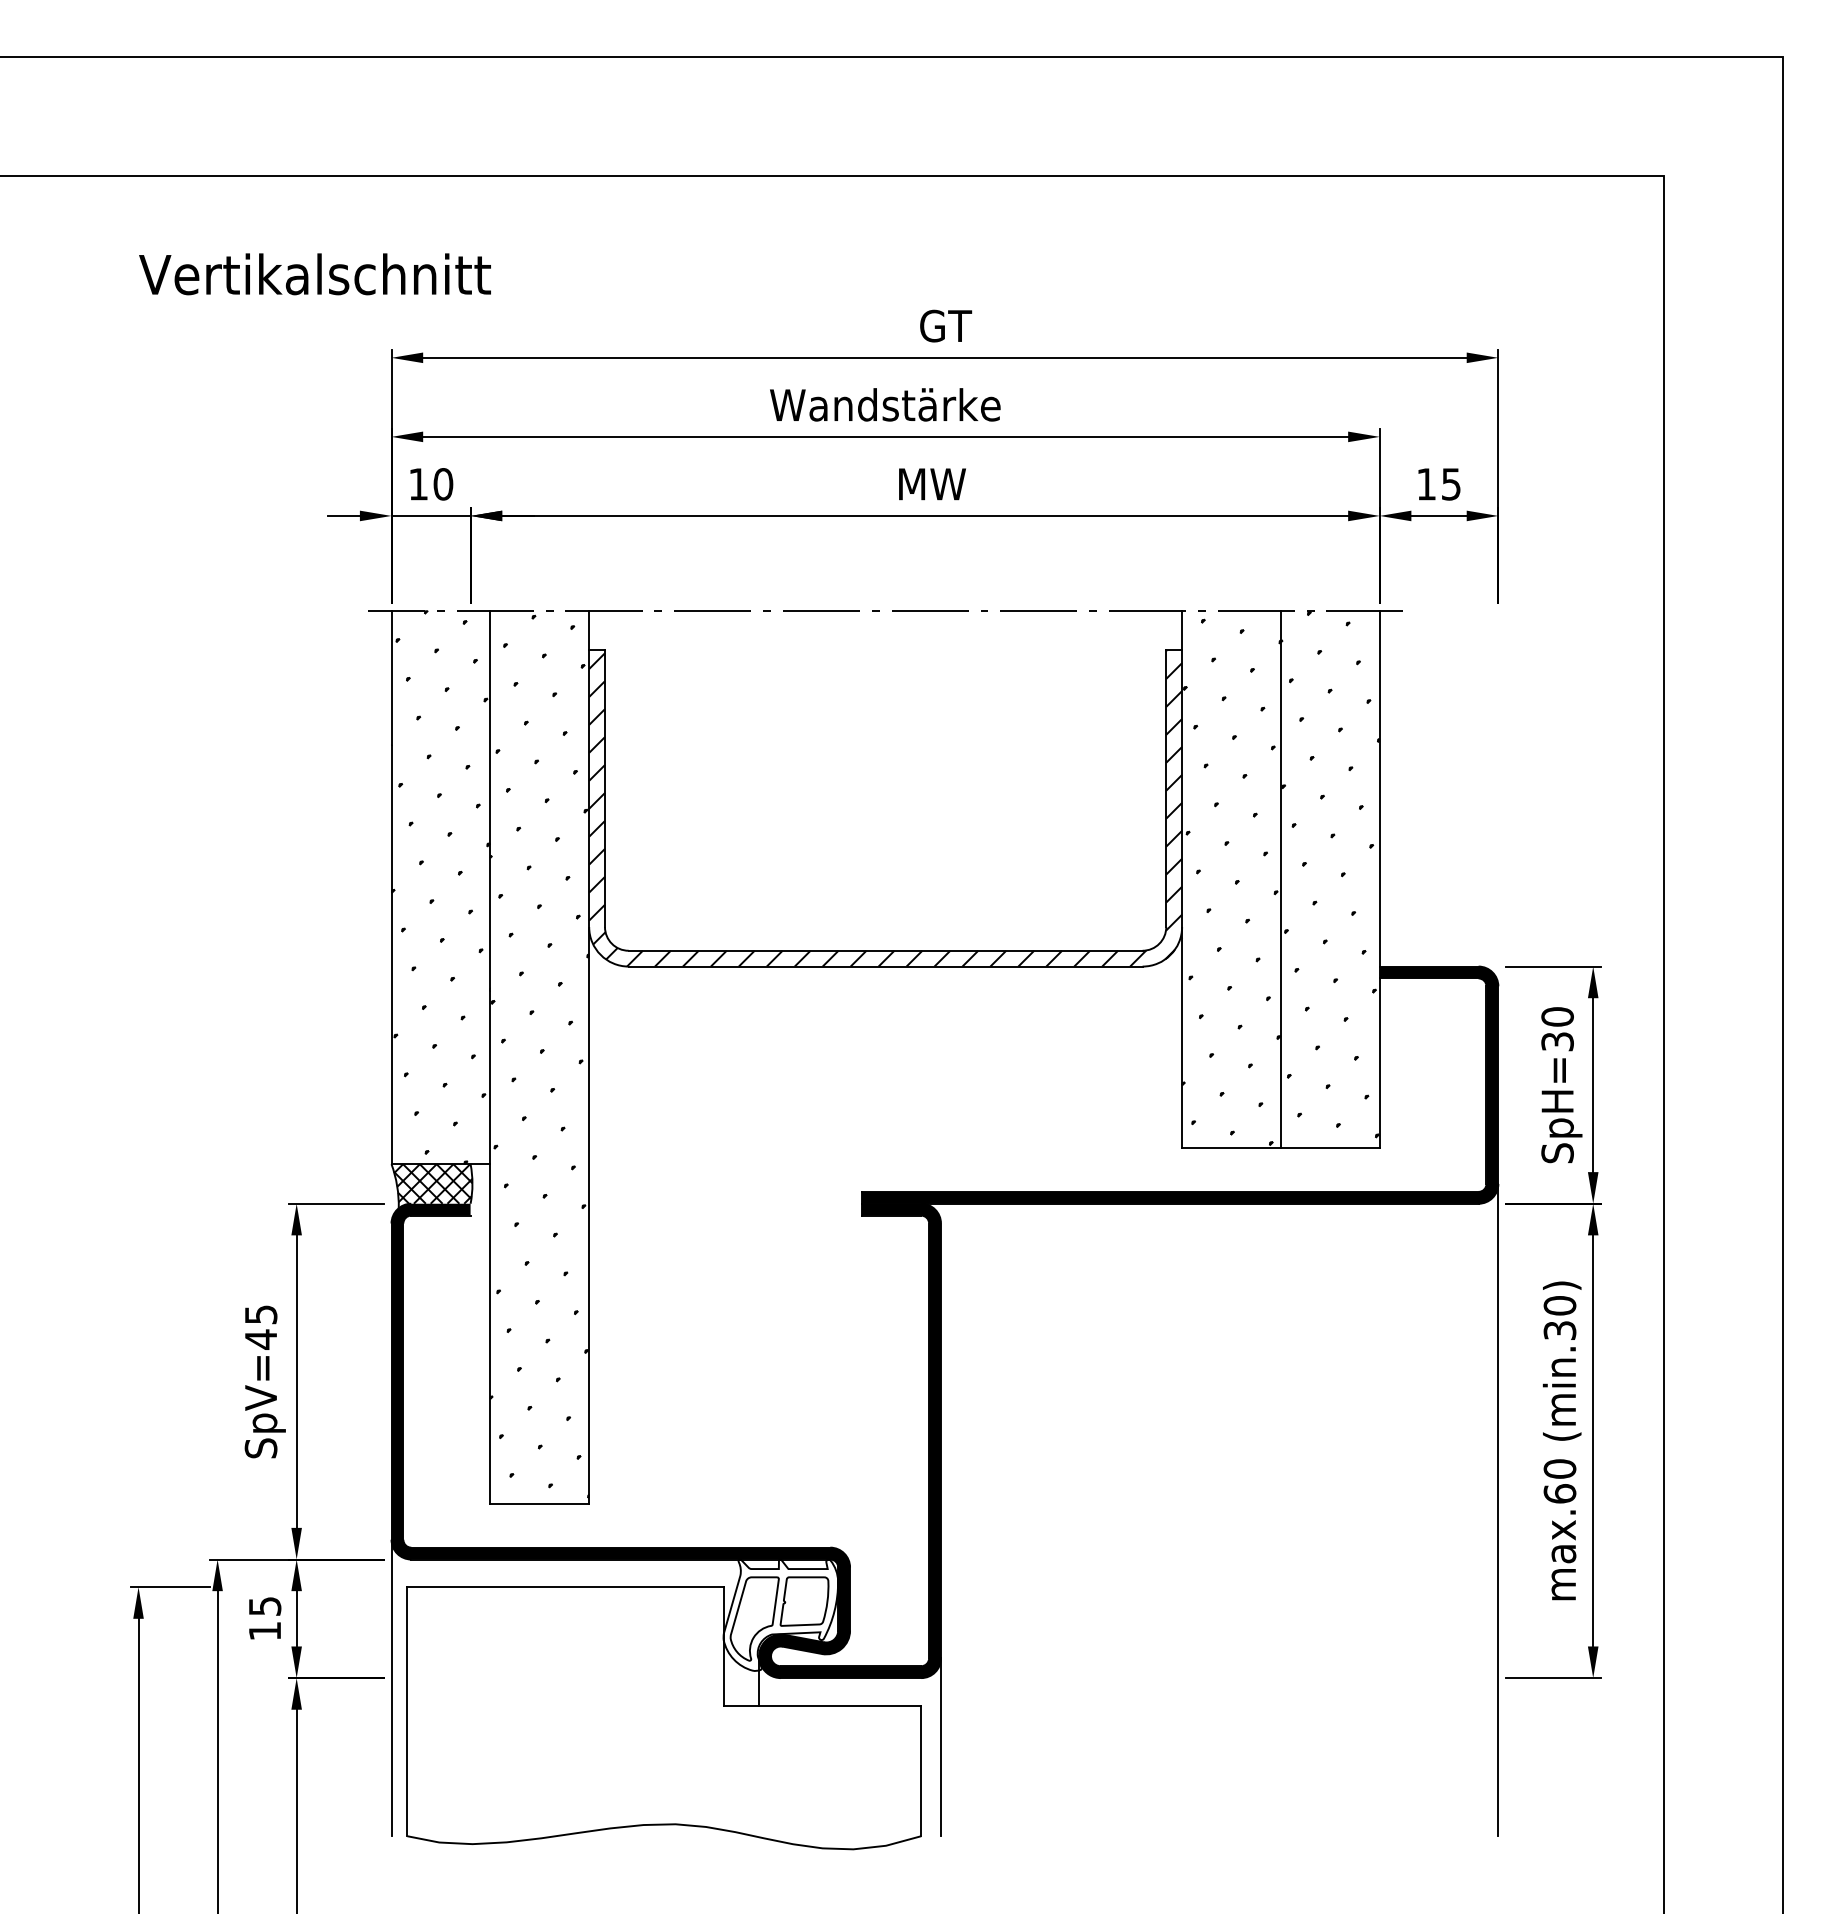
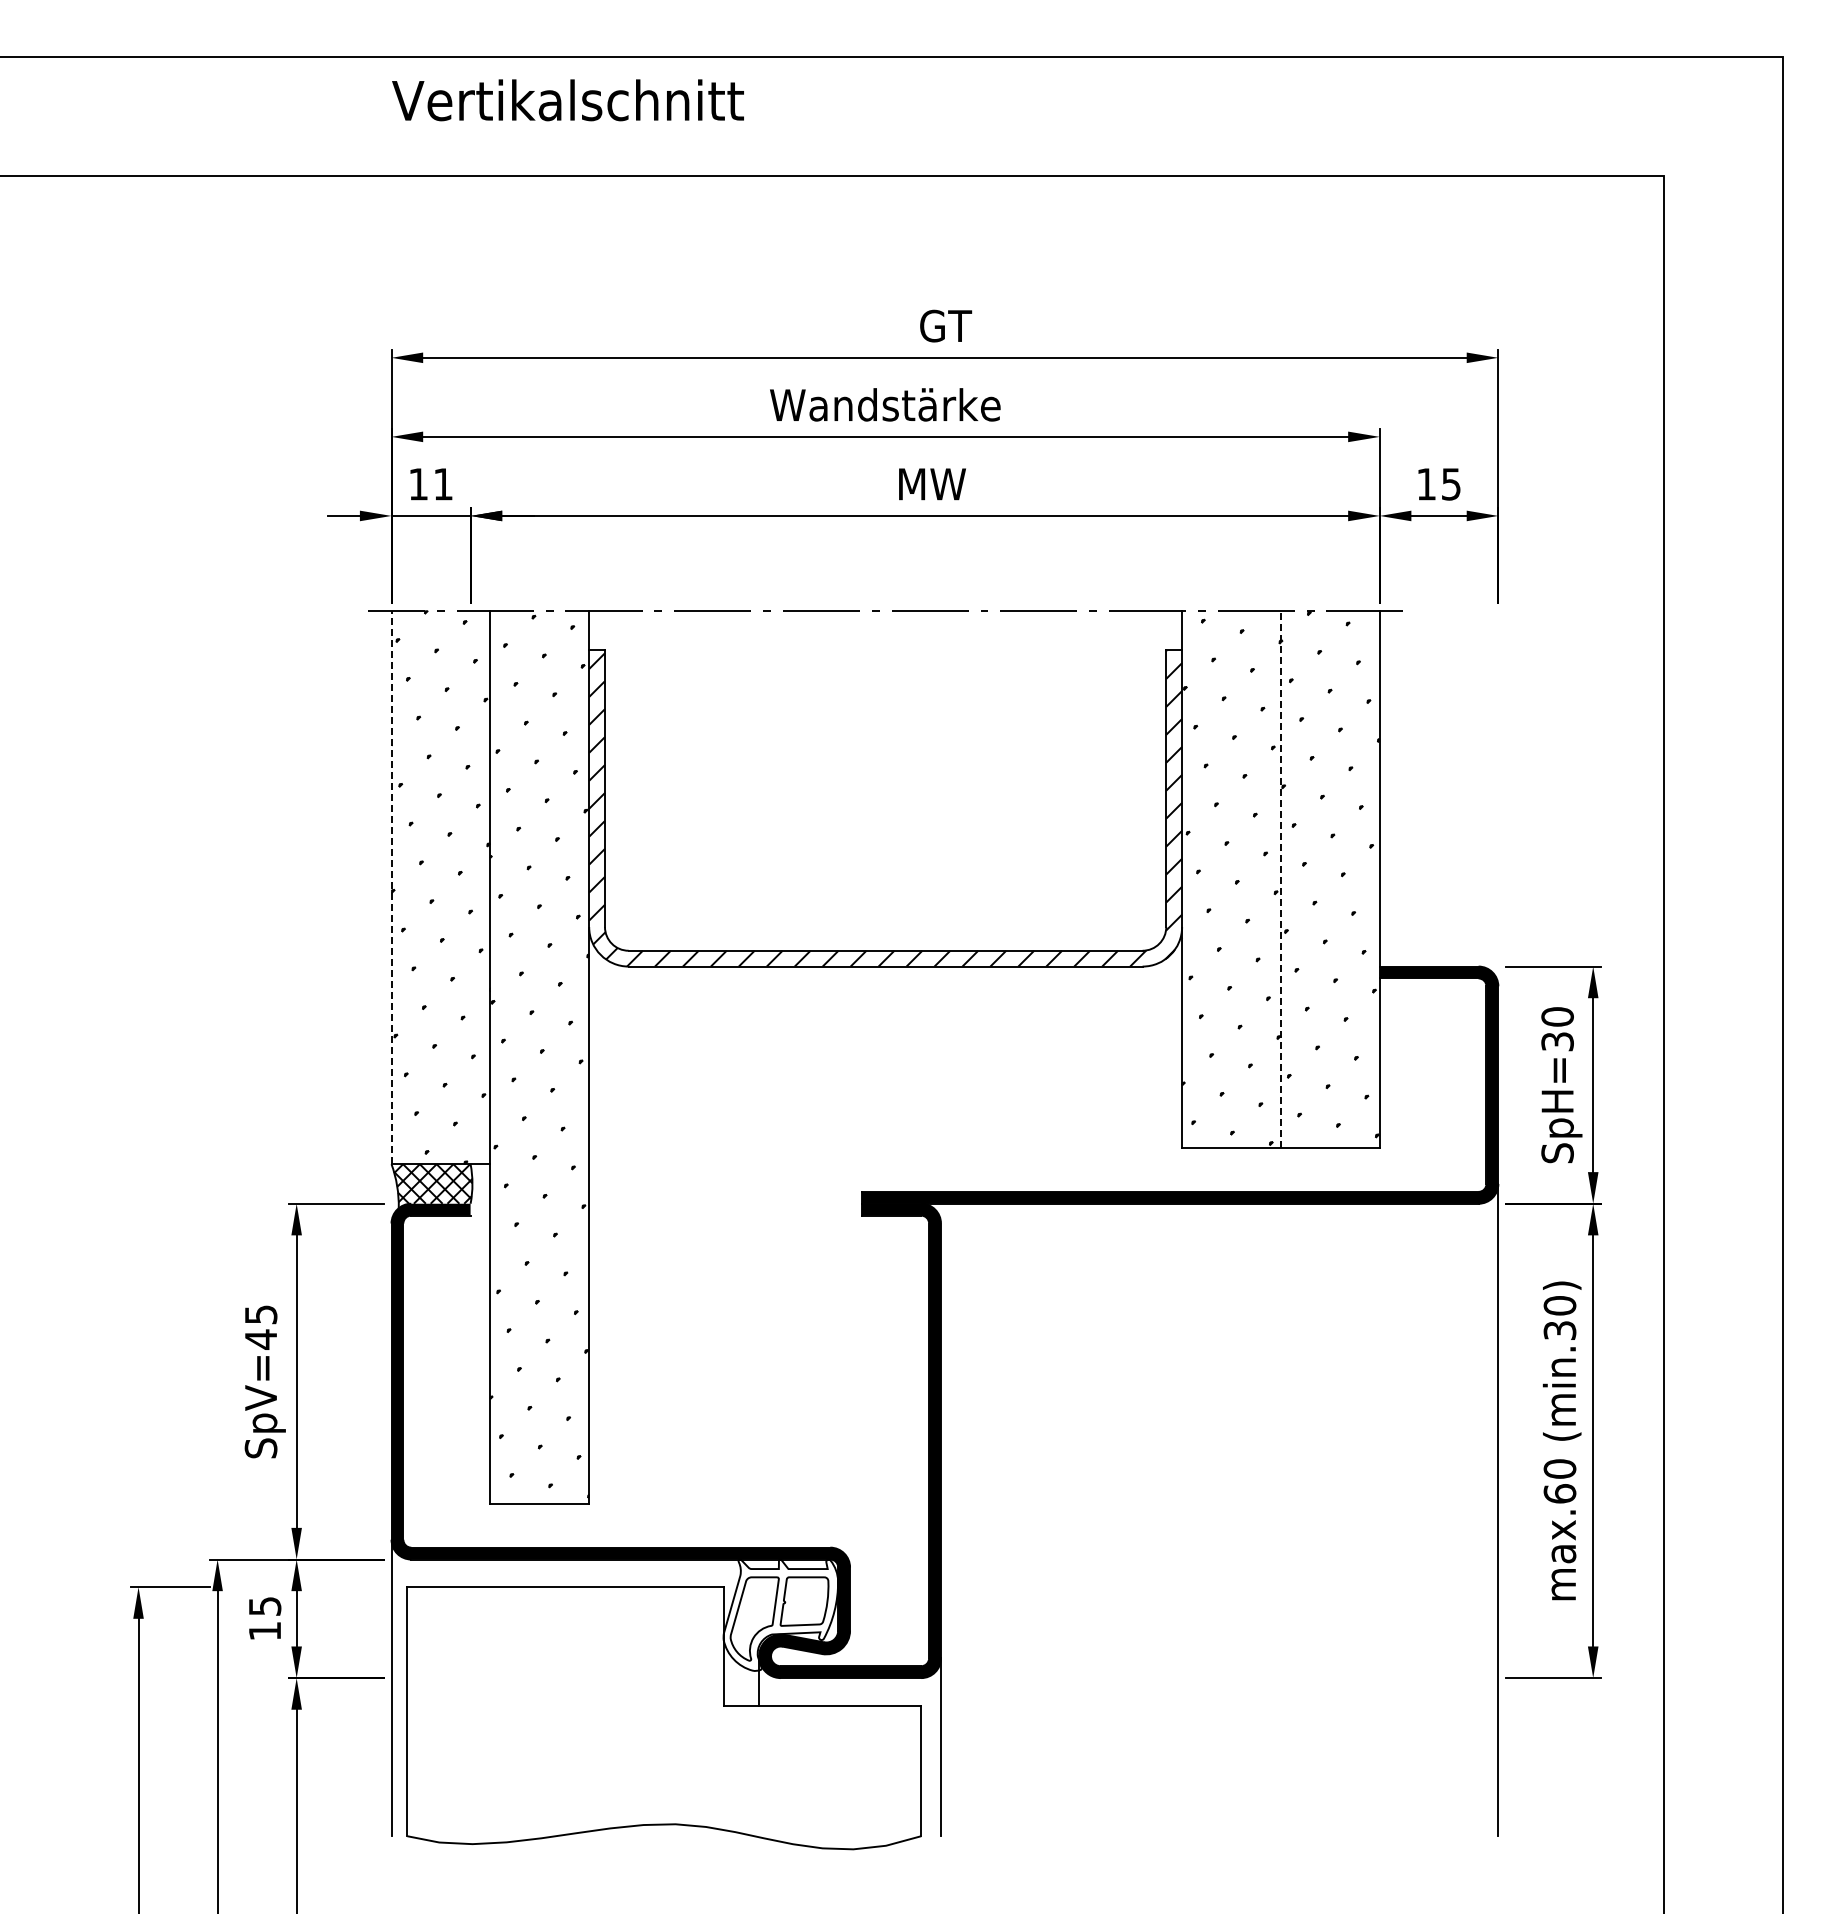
text at (314, 274) position: (314, 274) -> (567, 100)
text at (443, 484): 10 -> 11
line at (1280, 879): solid -> dashed
line at (391, 887): solid -> dashed
